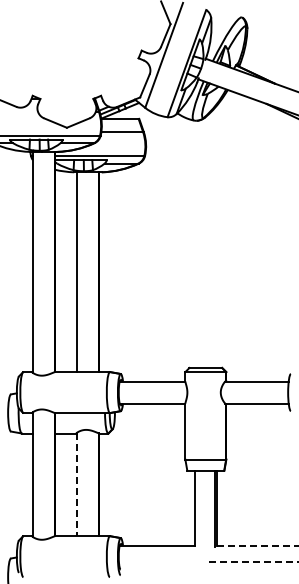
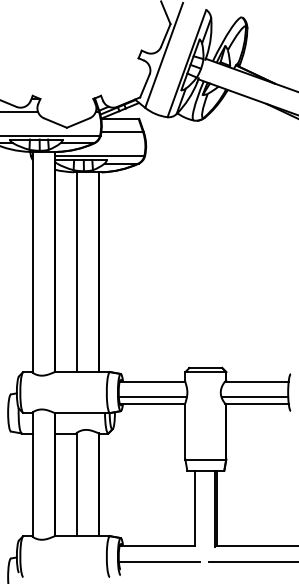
line at (19, 111): none -> present
line at (152, 397): none -> present
line at (254, 397): none -> present
line at (77, 484): dashed -> solid
line at (257, 545): dashed -> solid
line at (158, 561): none -> present
line at (254, 561): dashed -> solid
